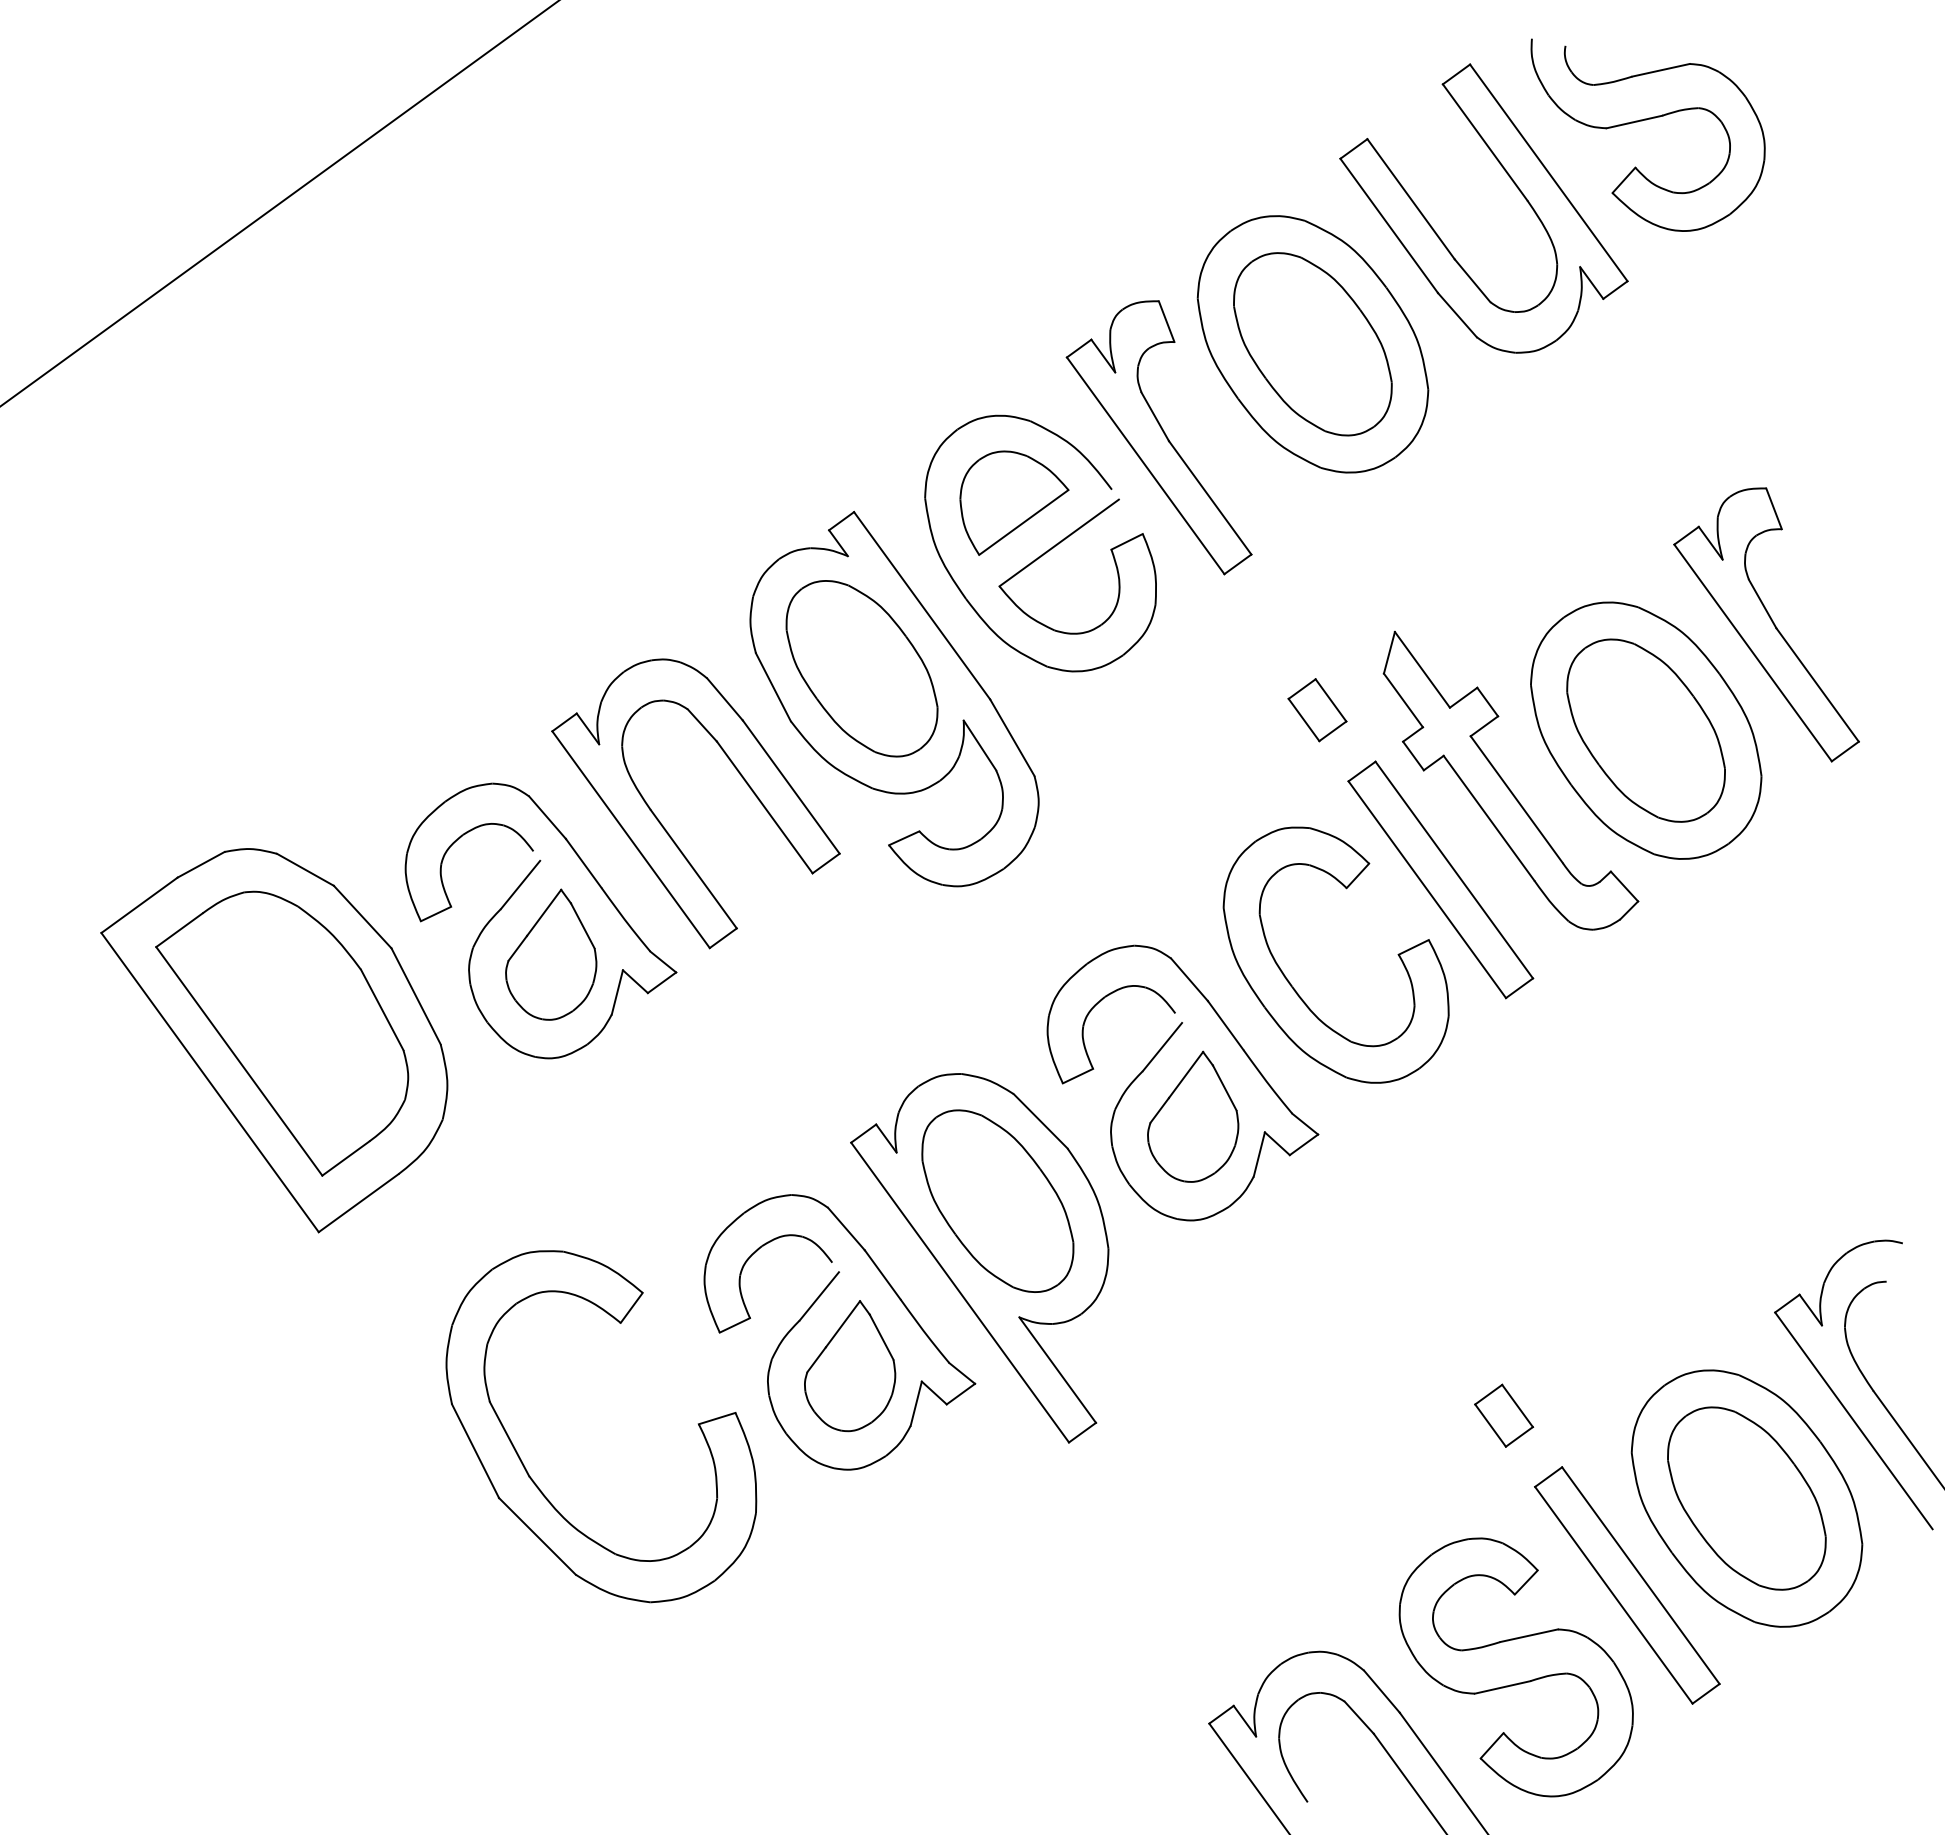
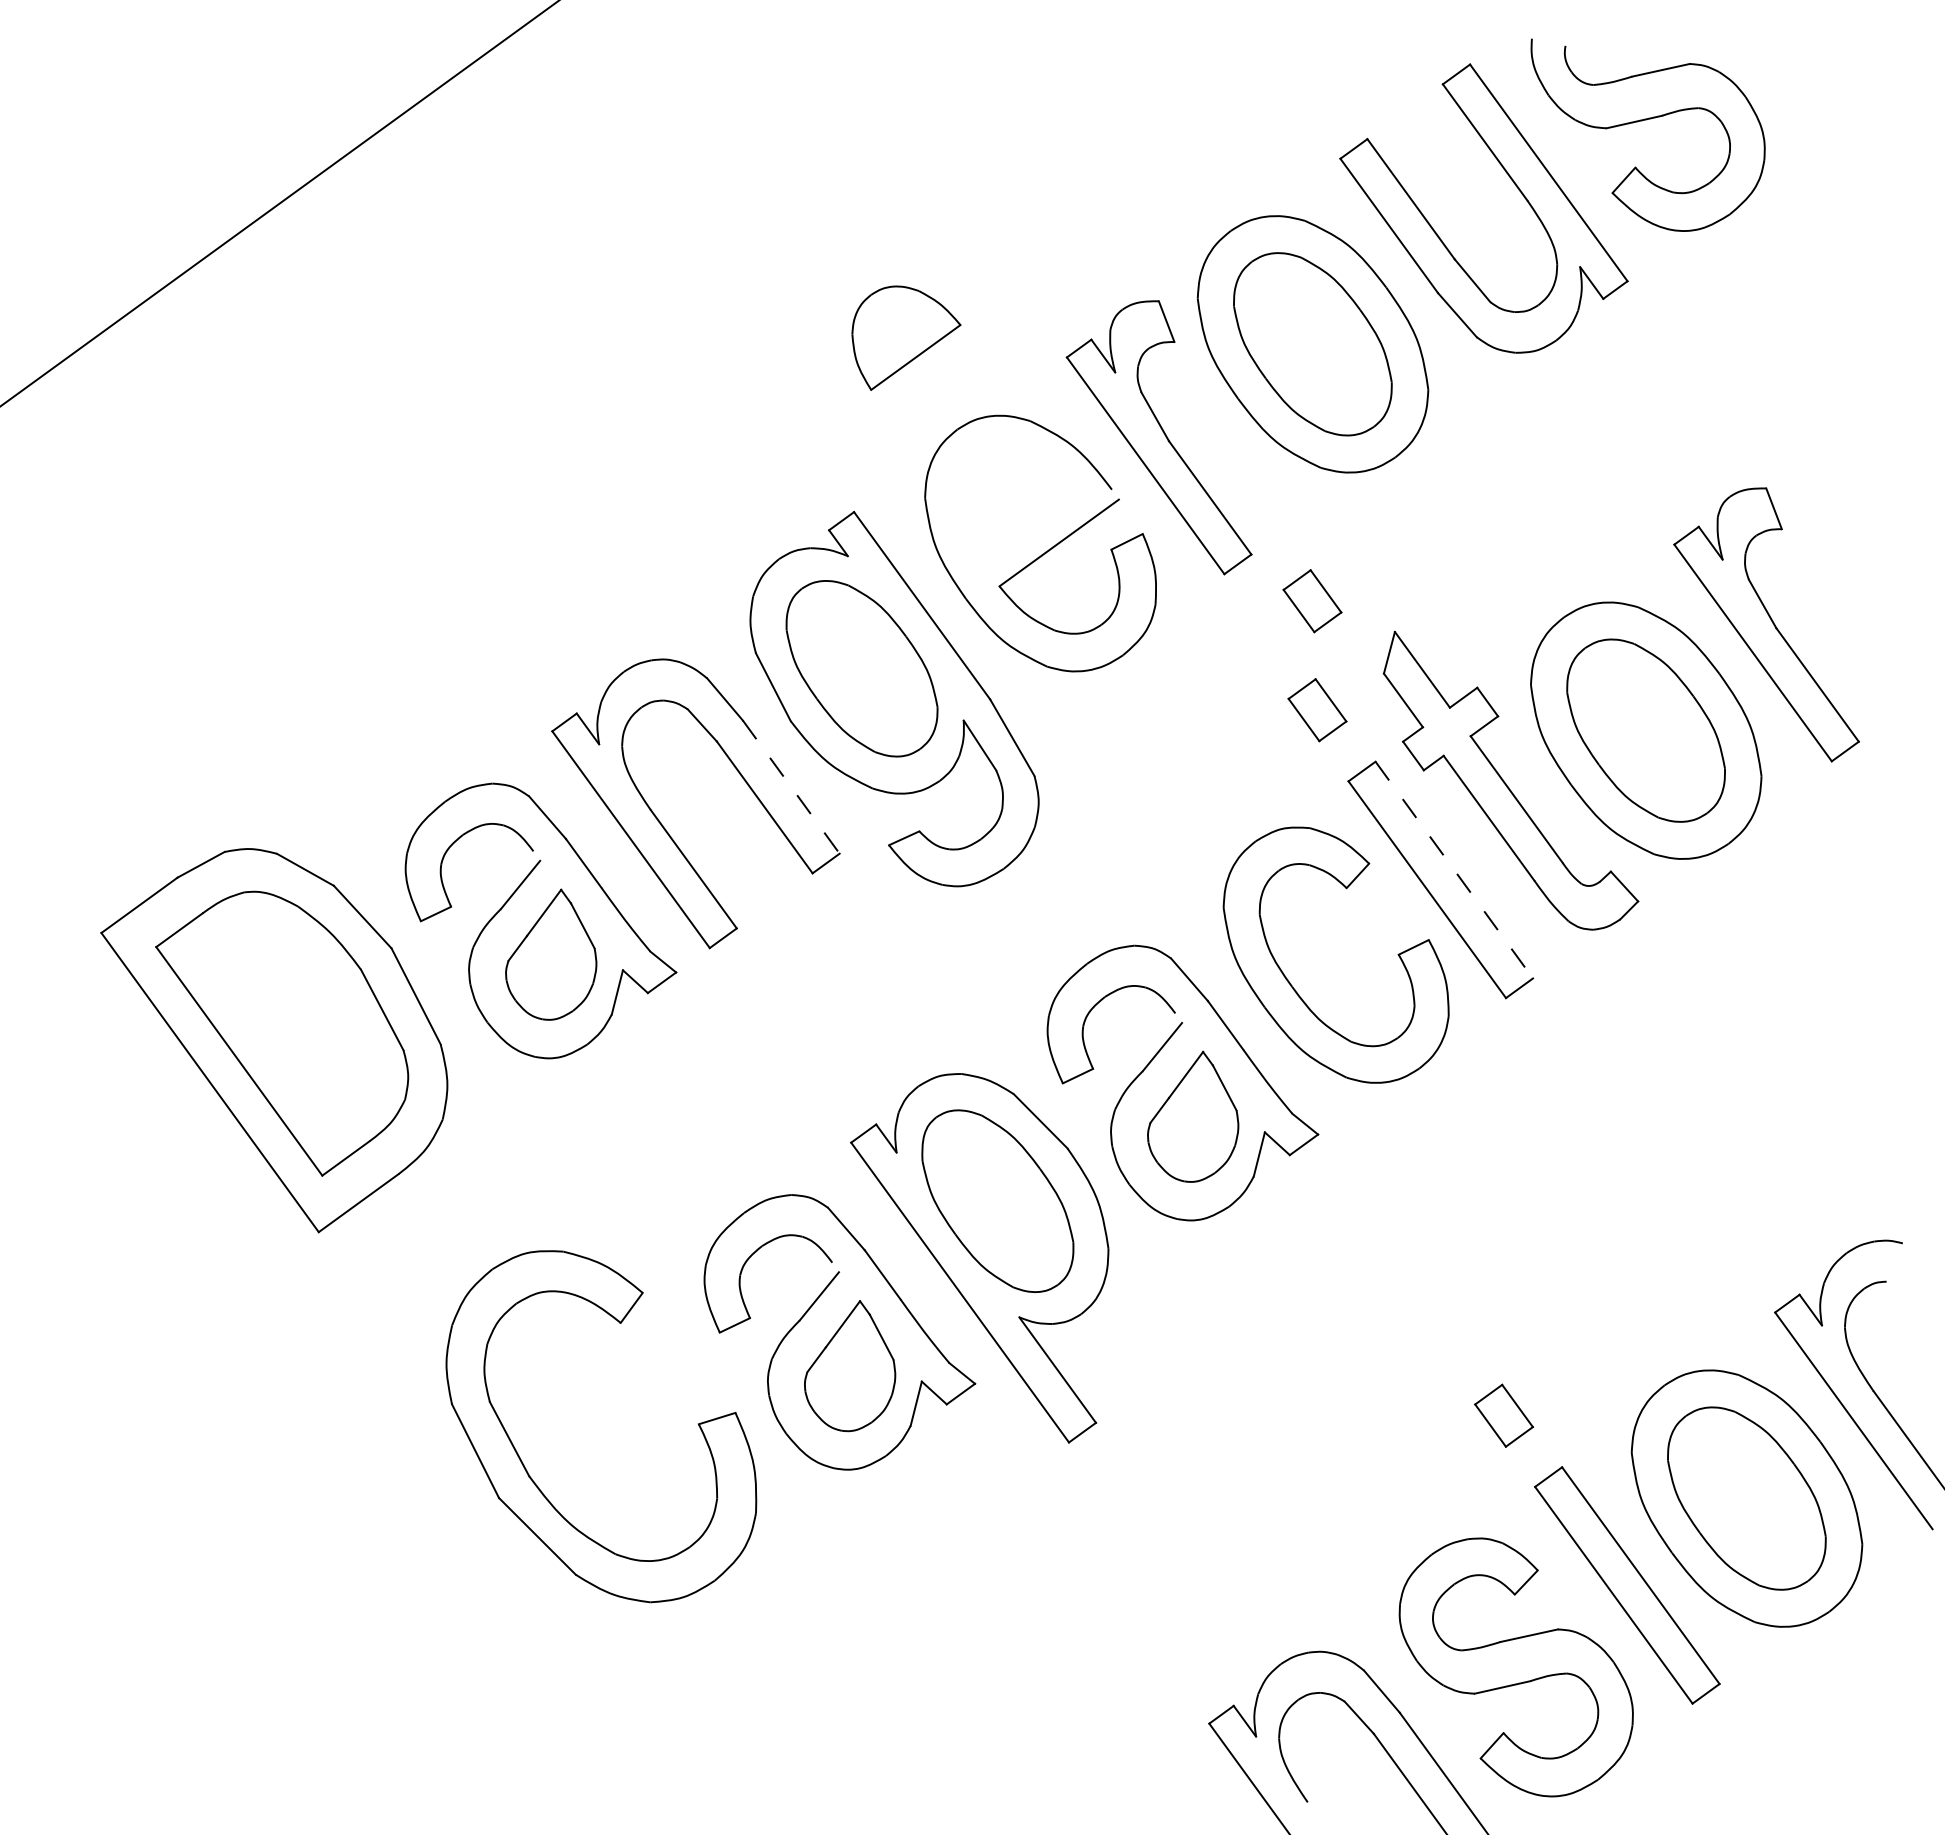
part at (1014, 502) position: (1014, 502) -> (906, 337)
part at (1312, 601): none -> present
line at (791, 787): solid -> dashed
line at (1454, 870): solid -> dashed
